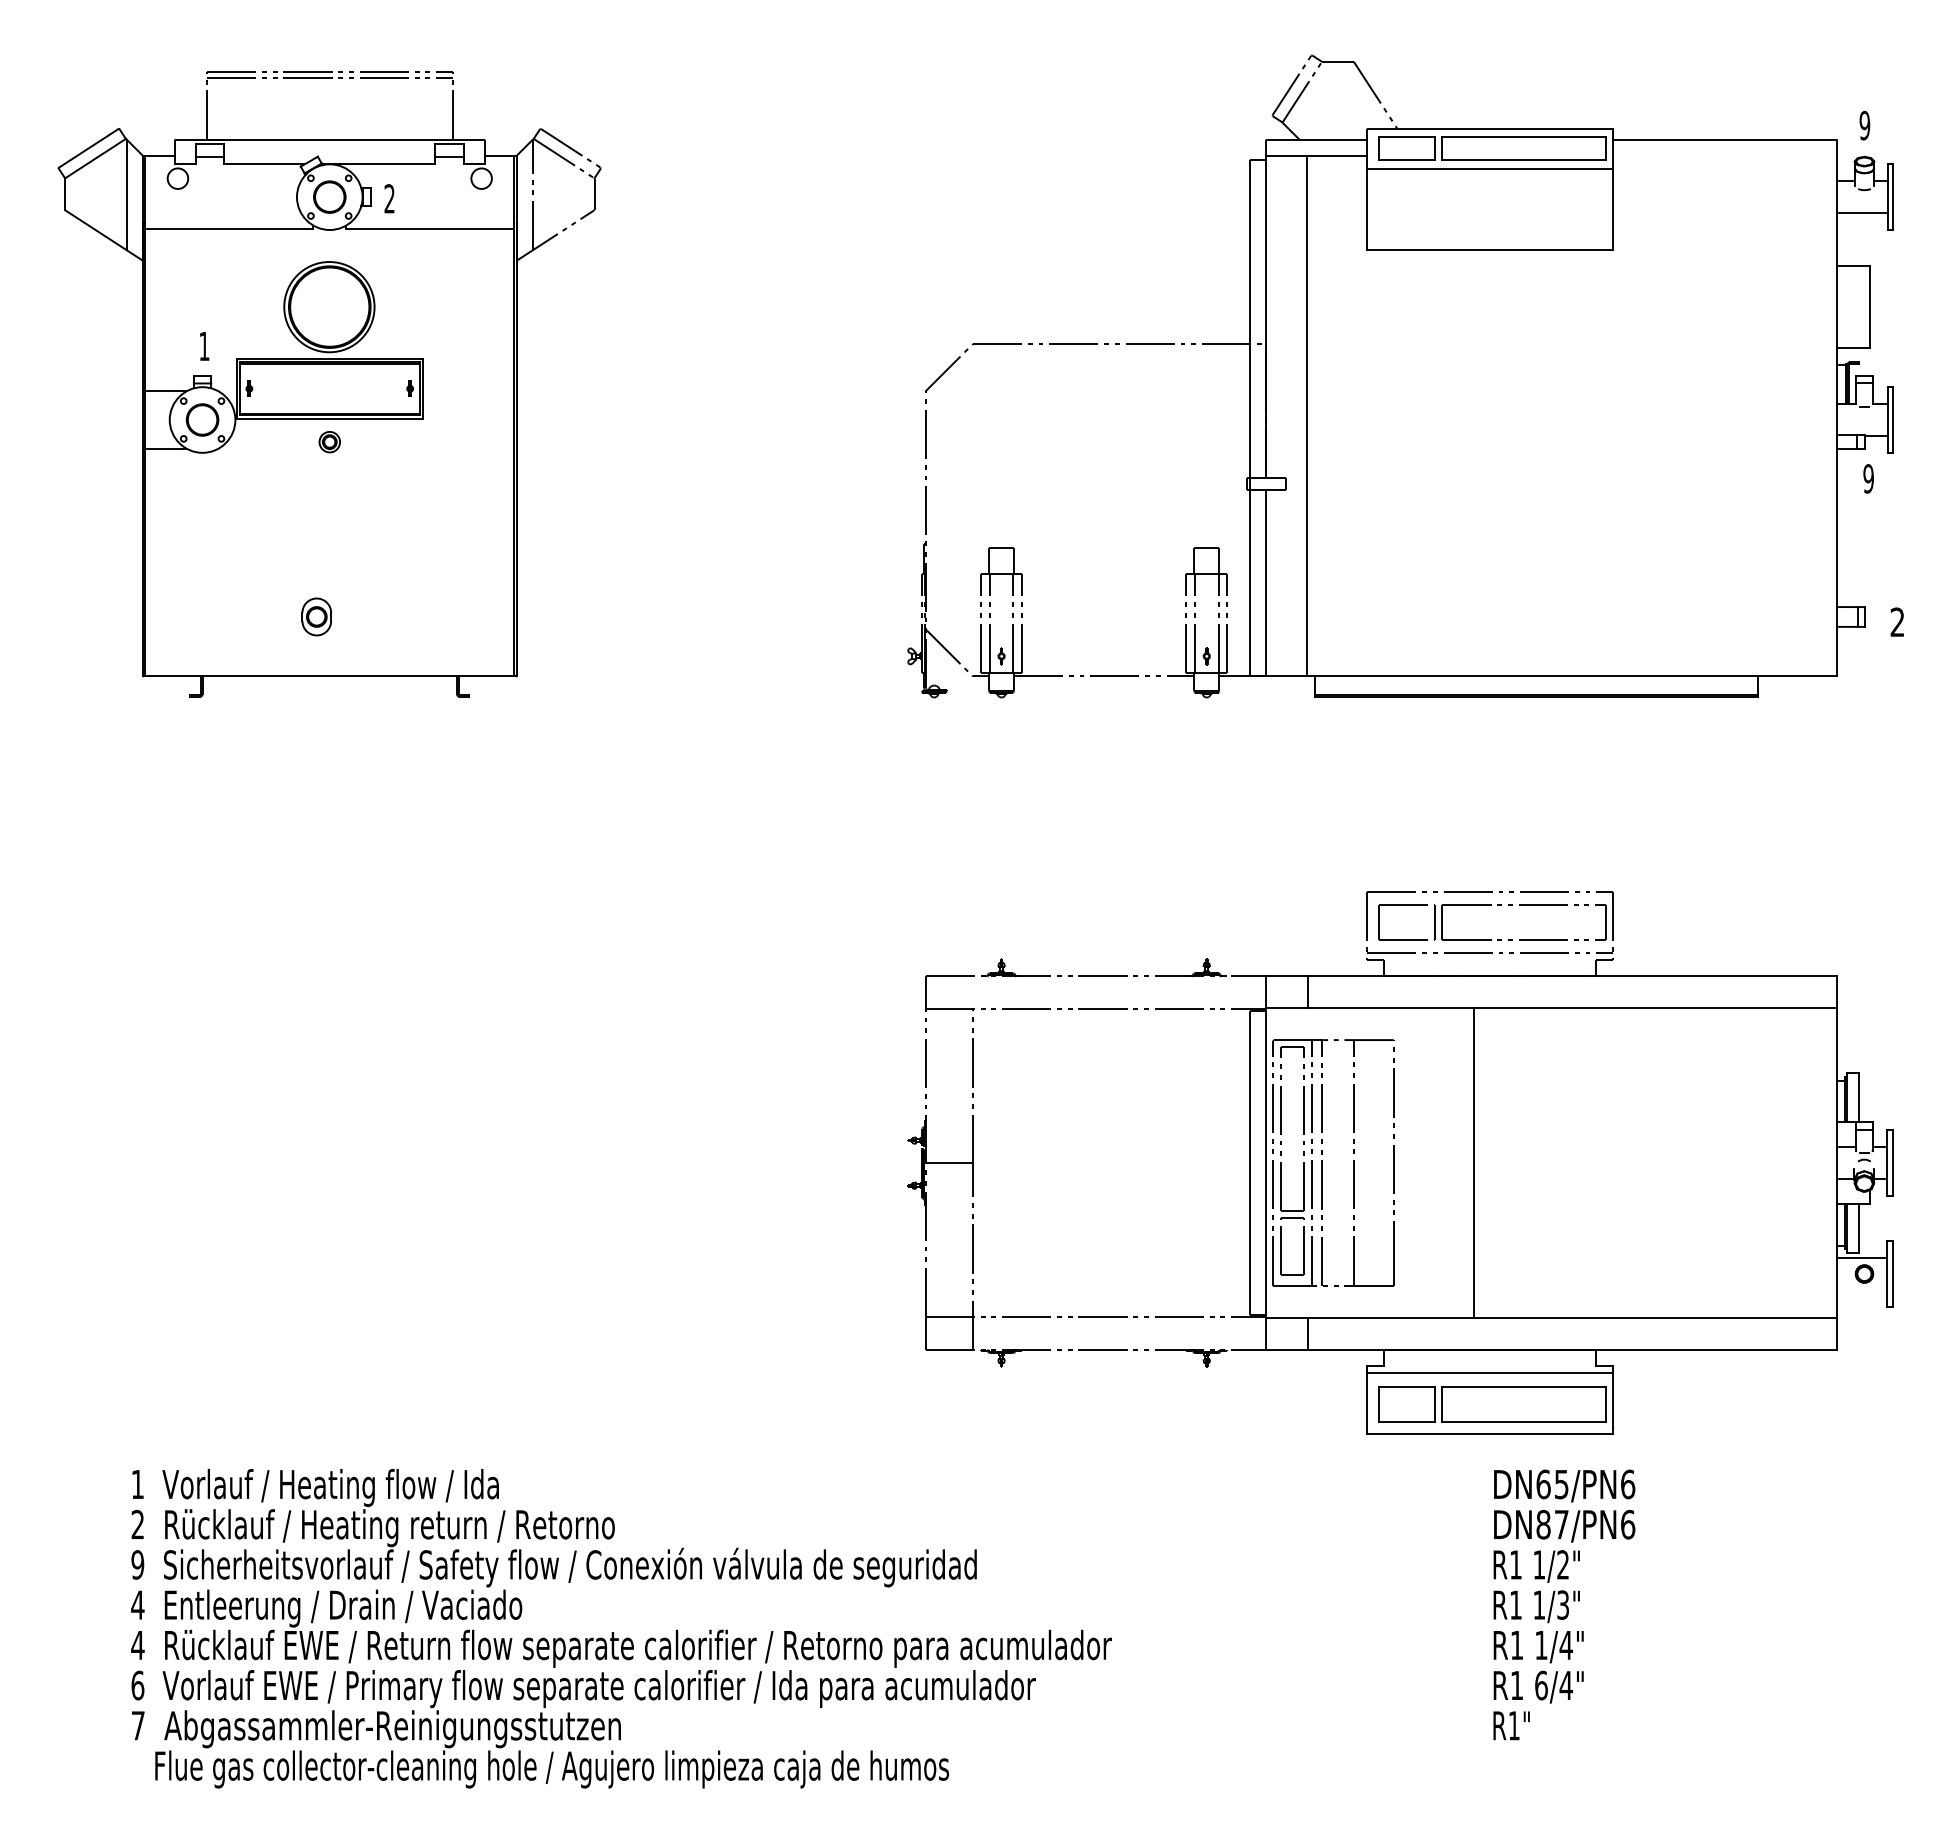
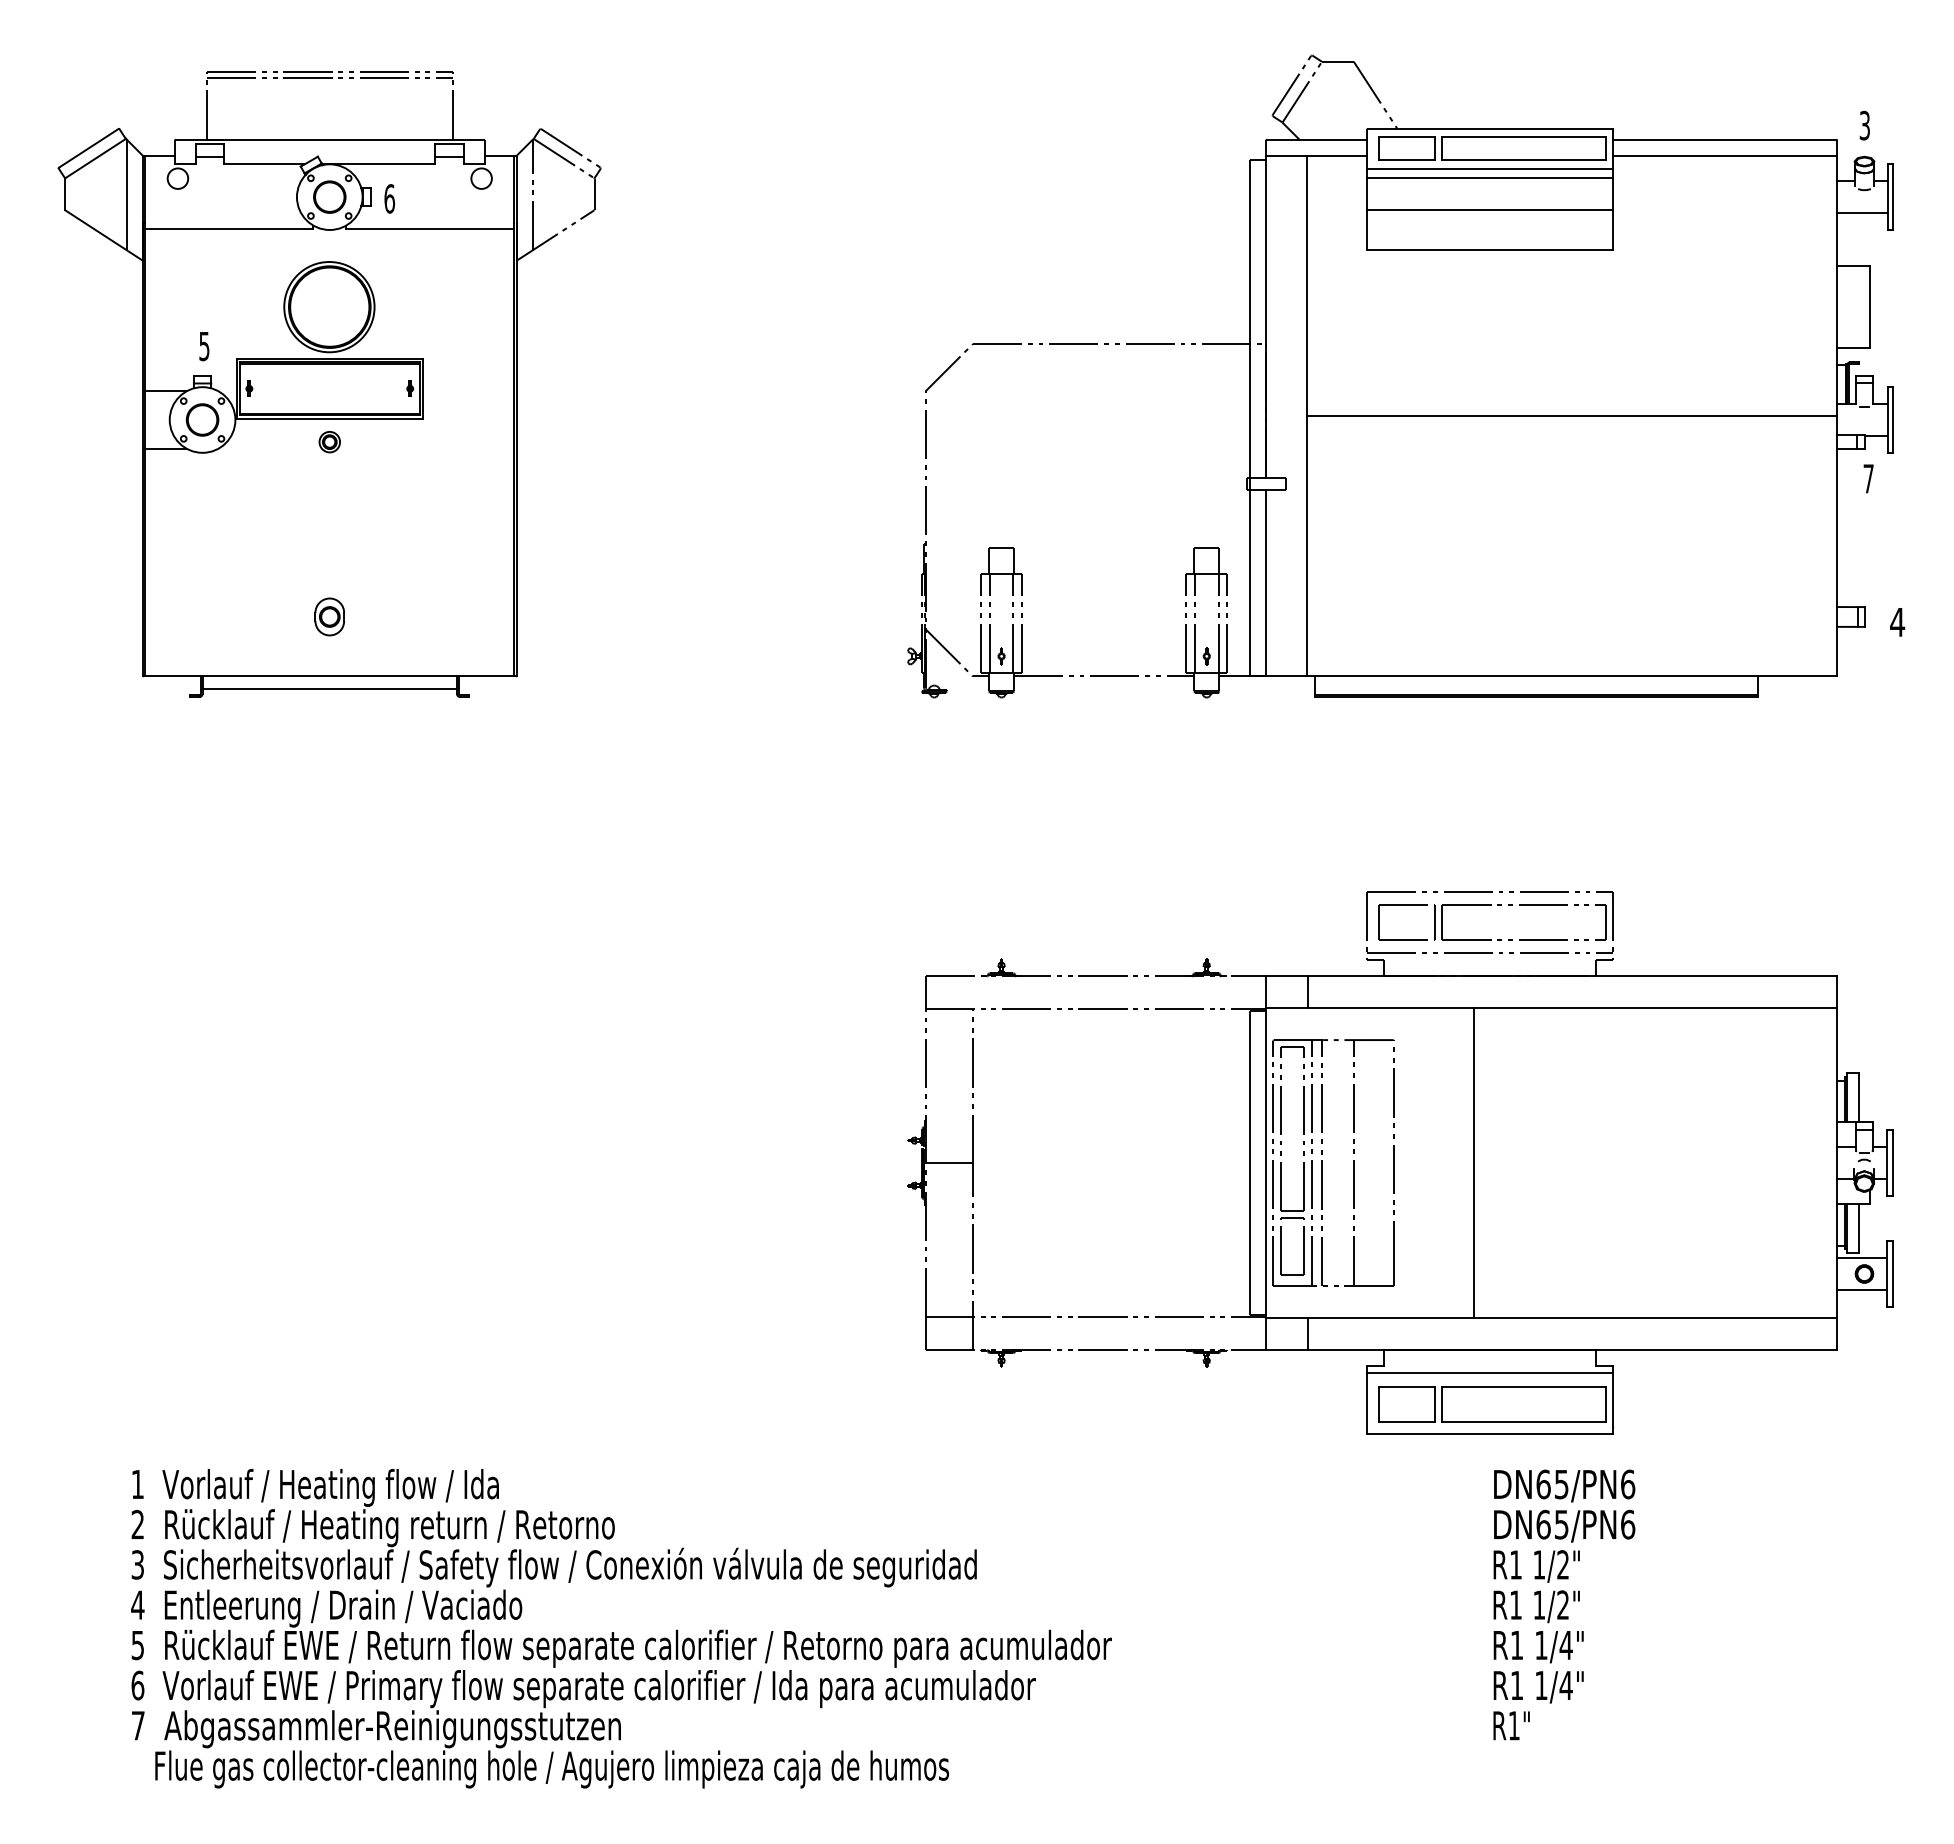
text at (1864, 125): 9 -> 3
line at (1725, 156): none -> present
line at (1490, 178): none -> present
text at (389, 198): 2 -> 6
line at (1490, 209): none -> present
text at (204, 346): 1 -> 5
line at (1572, 416): none -> present
text at (1868, 478): 9 -> 7
part at (316, 616) position: (316, 616) -> (329, 616)
text at (1897, 621): 2 -> 4
line at (329, 688): none -> present
line at (1862, 1289): none -> present
text at (1552, 1524): DN87/PN6 -> DN65/PN6
text at (137, 1564): 9 -> 3
text at (1562, 1604): 1/3" -> 1/2"
text at (137, 1645): 4 -> 5
text at (1541, 1685): 6/4" -> 1/4"
